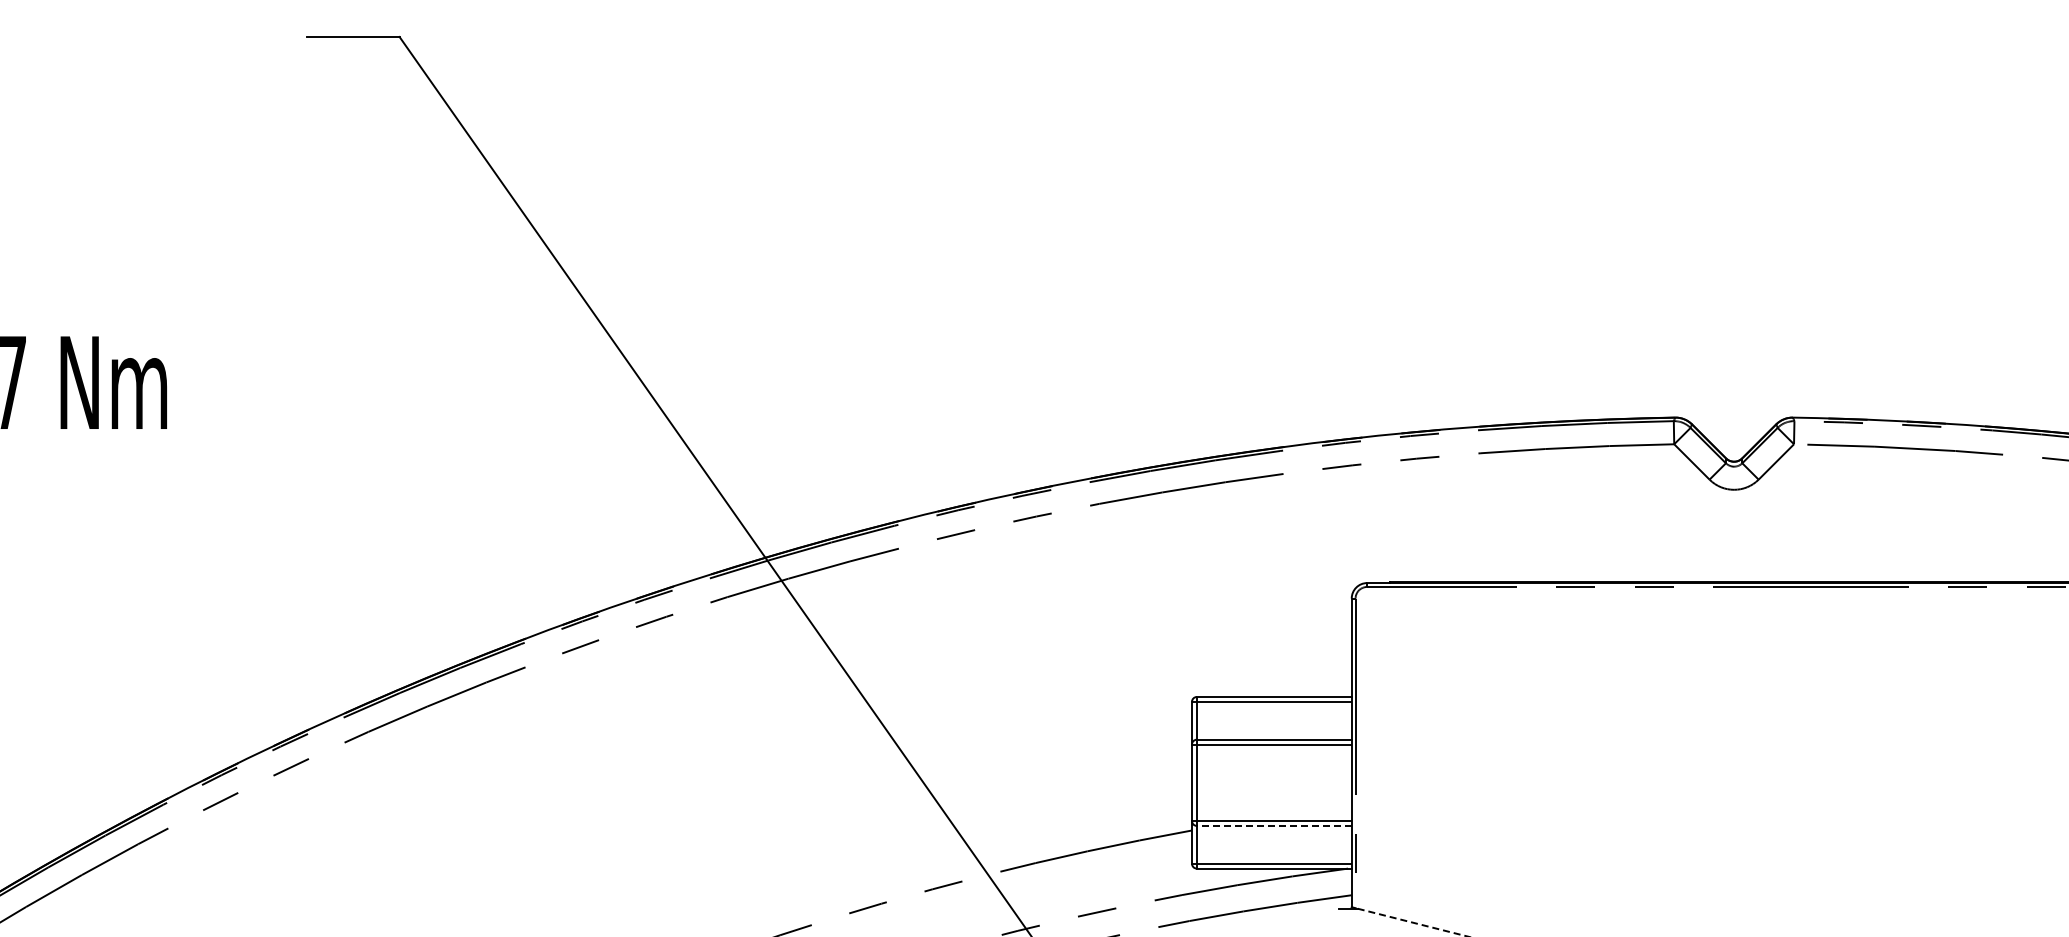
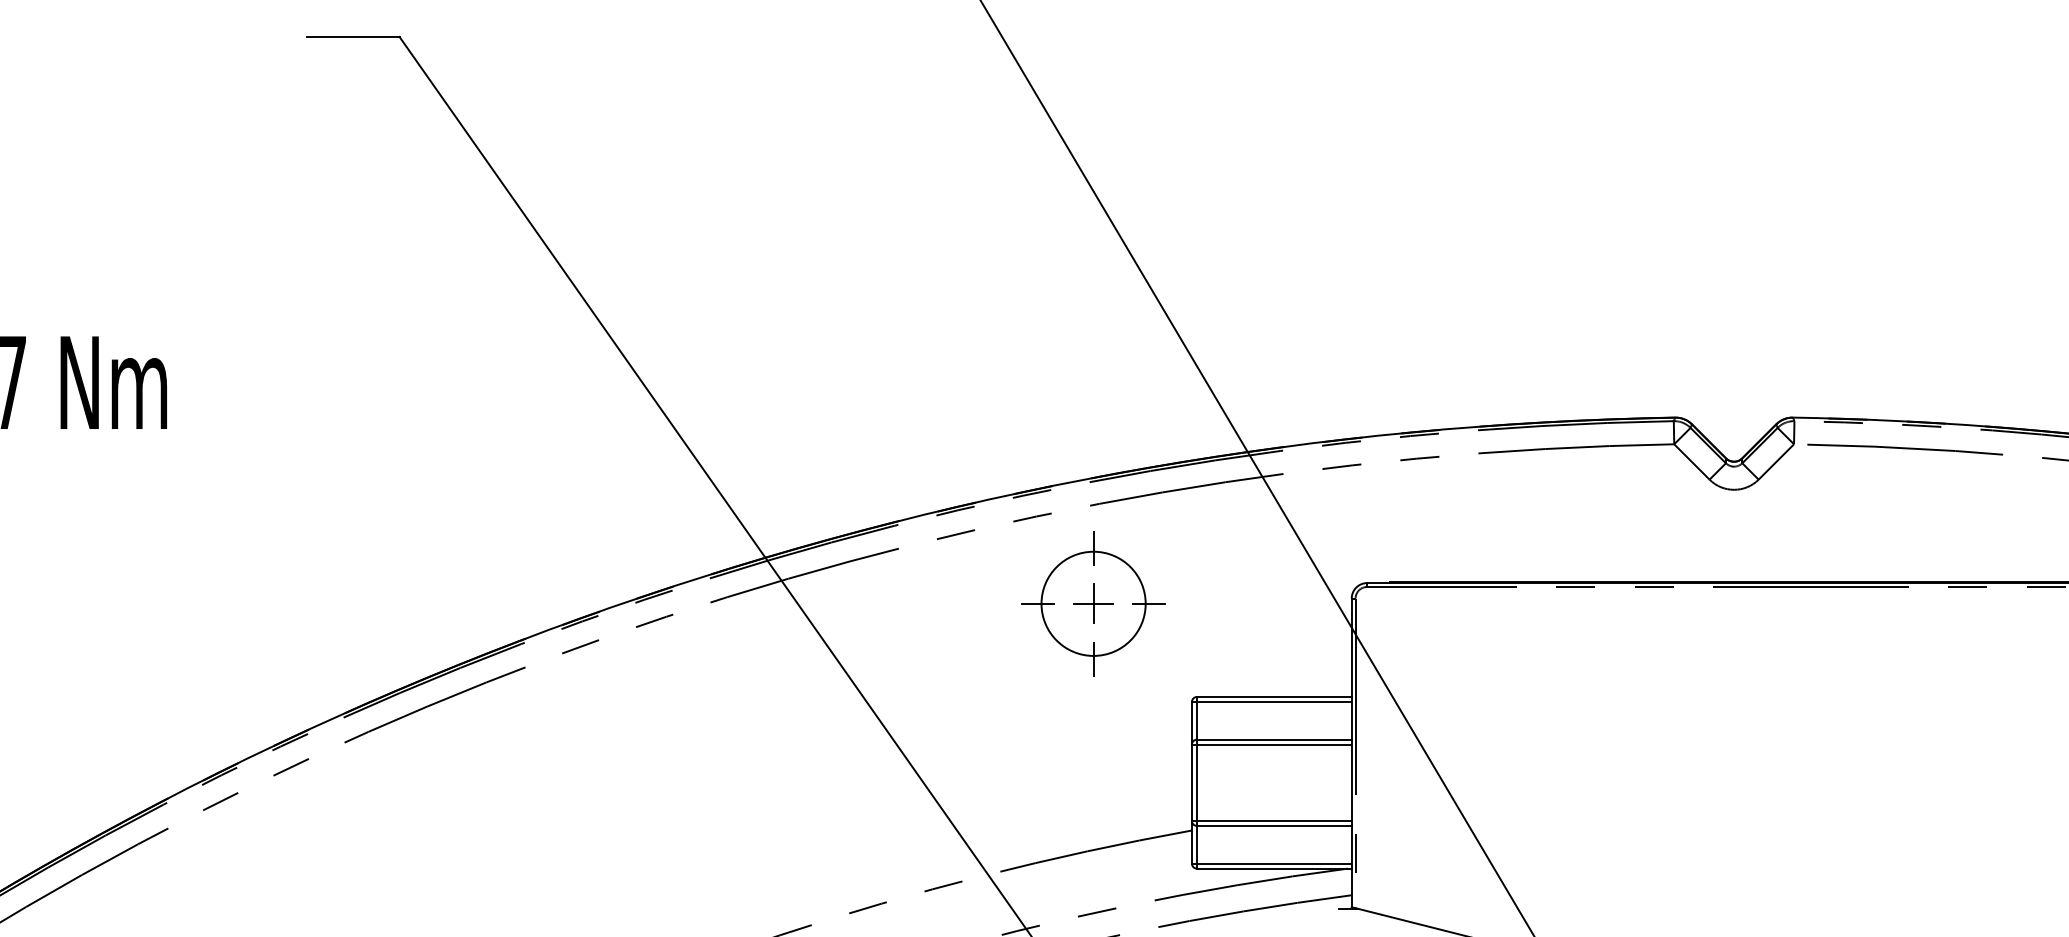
line at (1256, 467): none -> present
part at (1093, 603): none -> present
line at (1273, 825): dashed -> solid
line at (1411, 922): dashed -> solid
